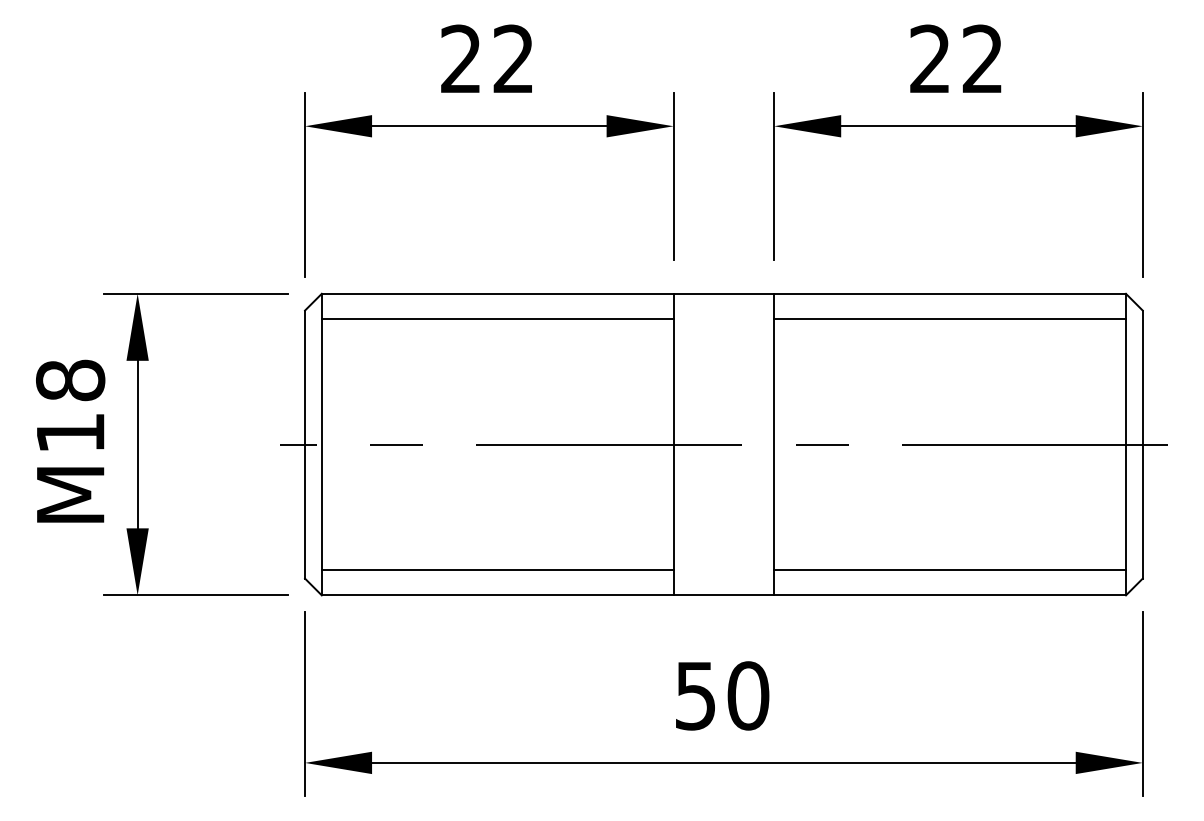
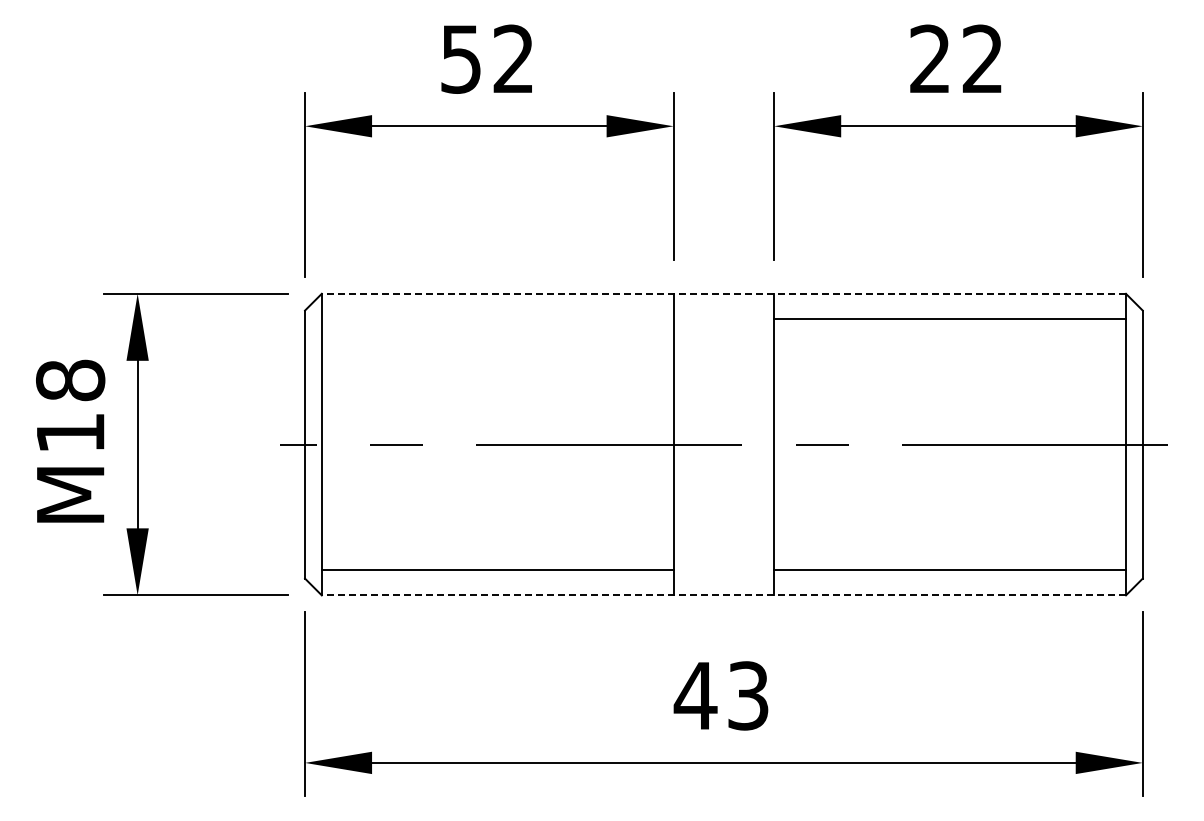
text at (460, 58): 22 -> 52
line at (723, 293): solid -> dashed
line at (497, 318): present -> none
line at (723, 595): solid -> dashed
text at (721, 695): 50 -> 43
